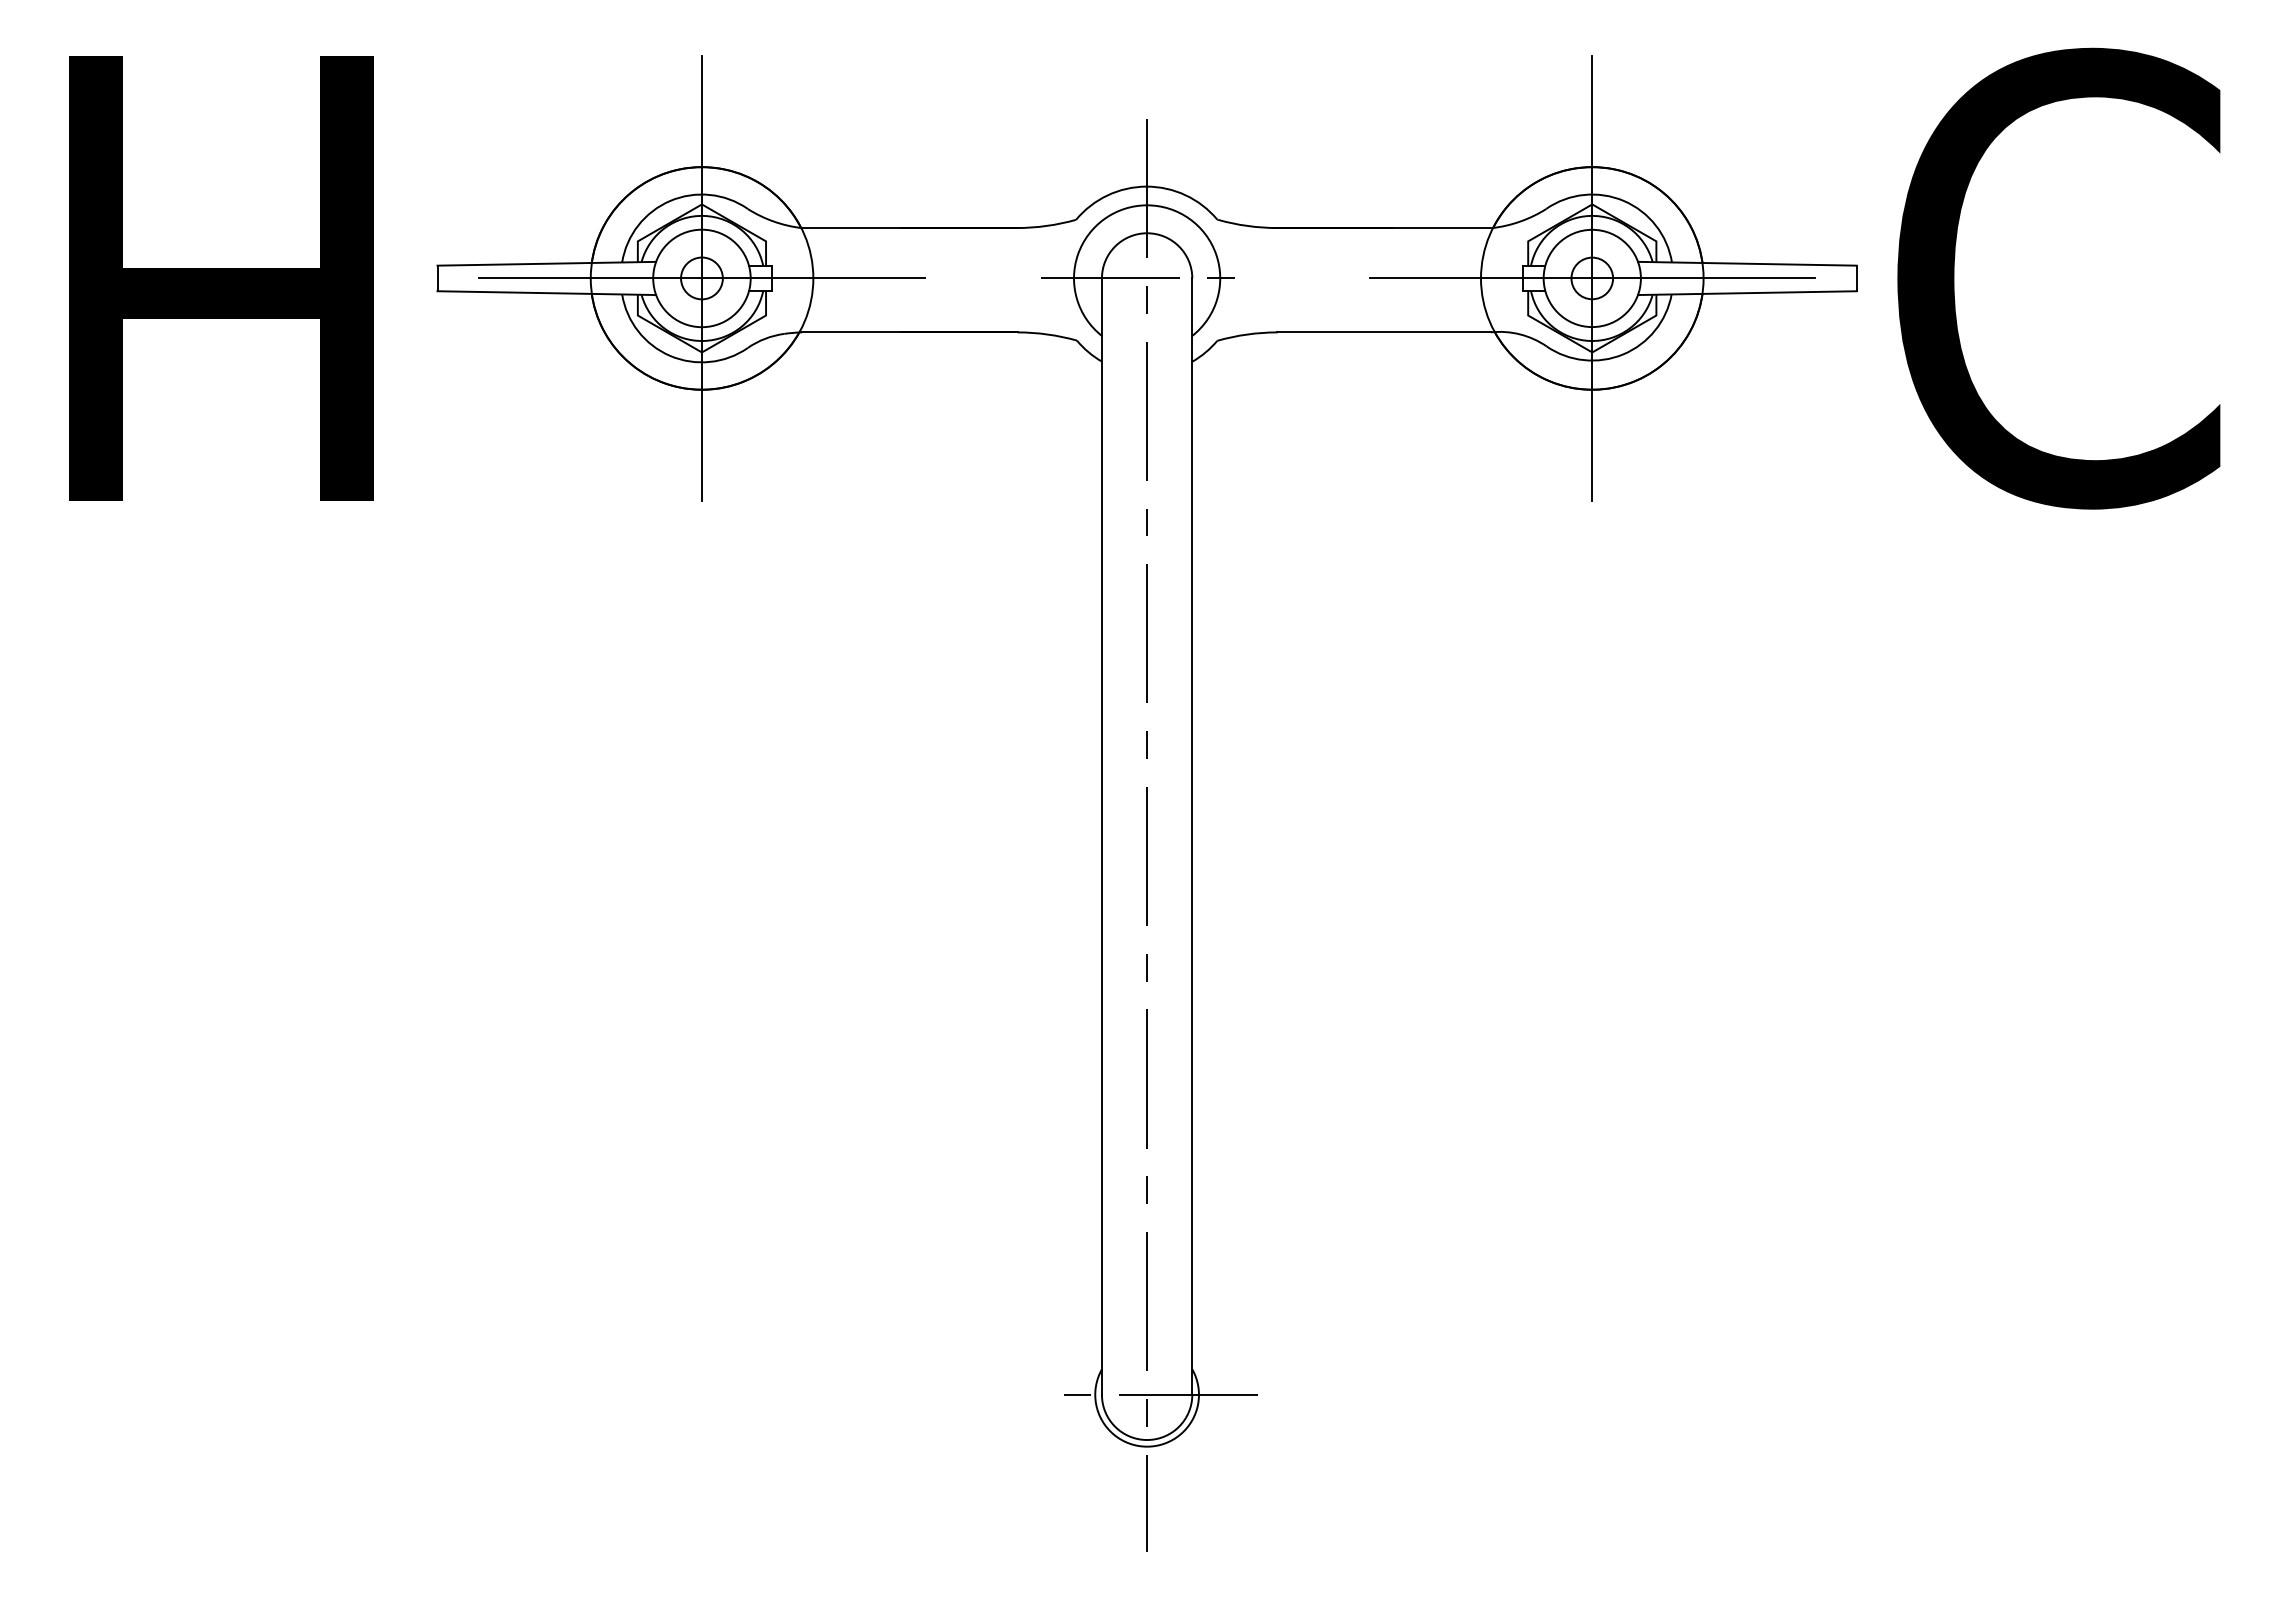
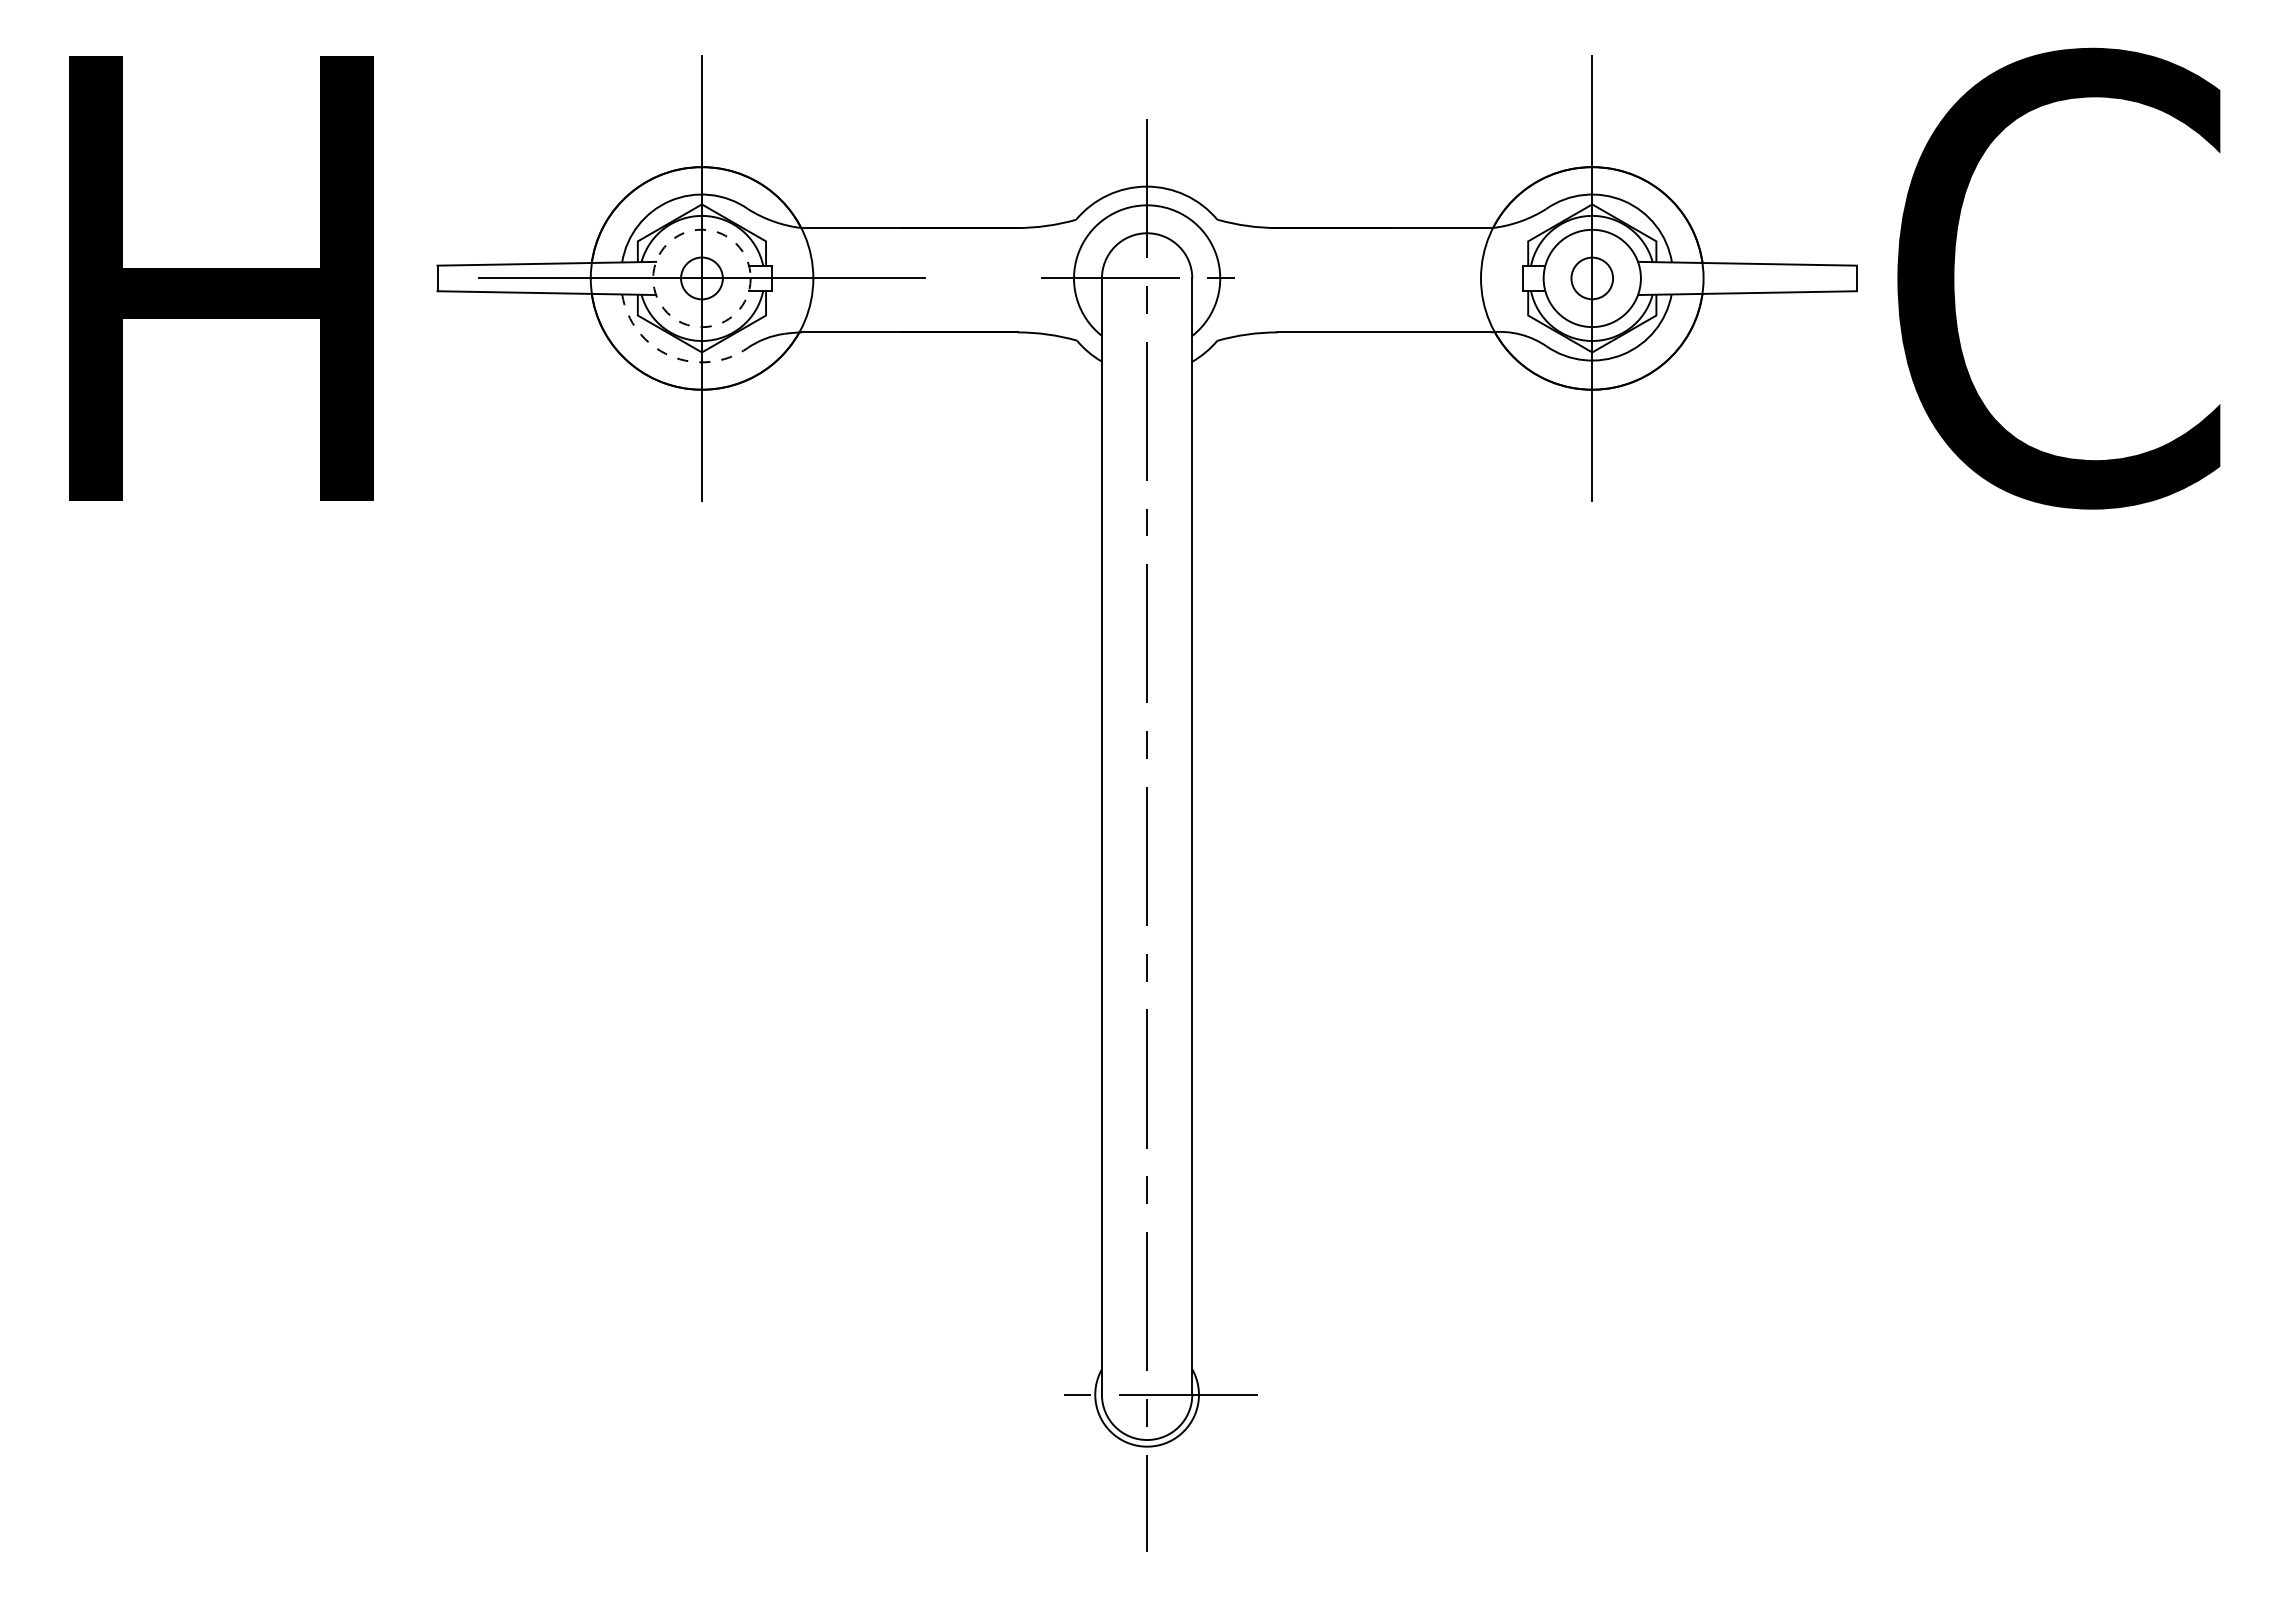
circle at (701, 278): solid -> dashed
line at (1591, 278): present -> none
arc at (670, 355): solid -> dashed
